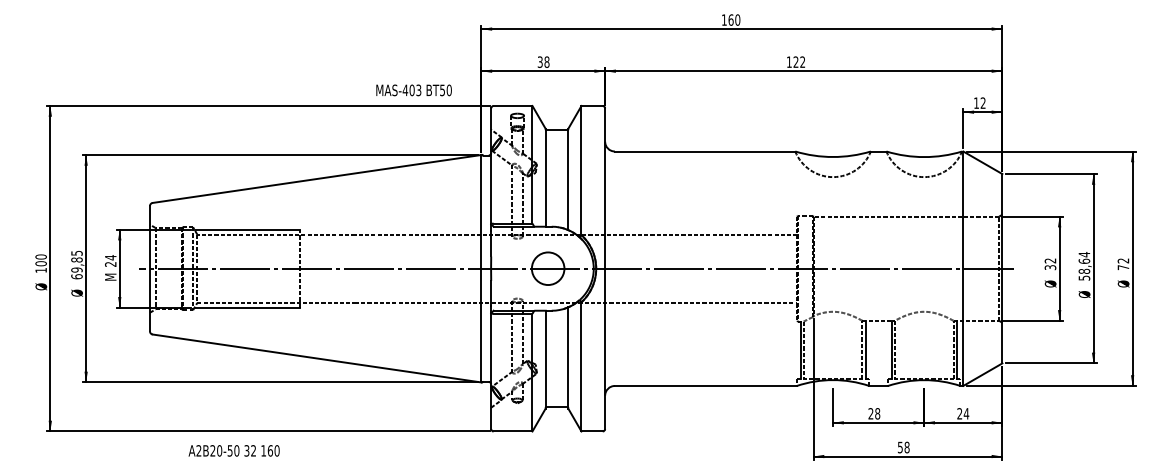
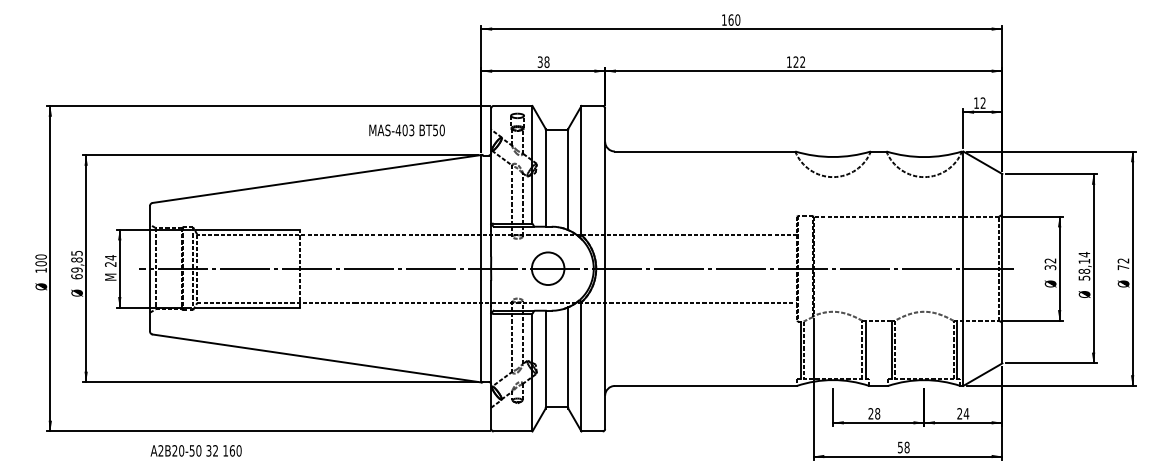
text at (413, 90) position: (413, 90) -> (406, 130)
text at (1084, 260): 58,64 -> 58,14
text at (233, 450) position: (233, 450) -> (195, 450)
